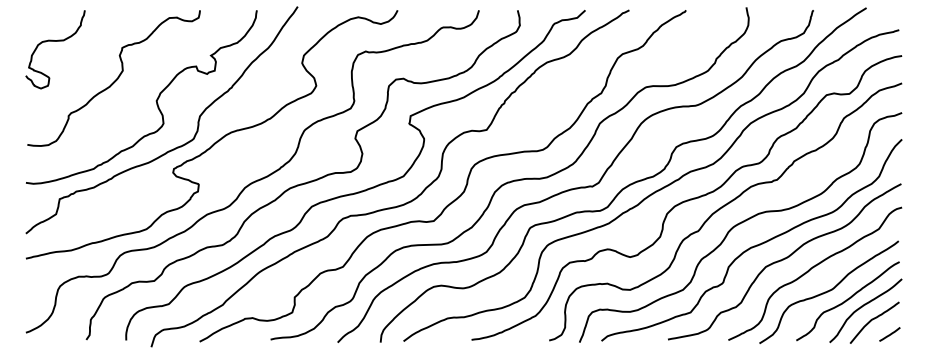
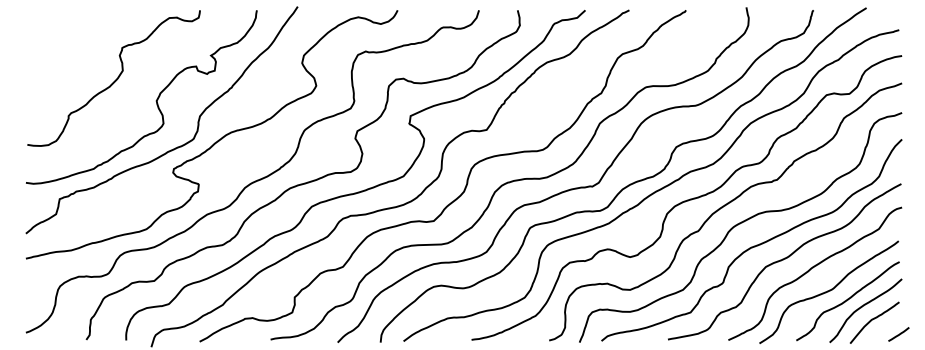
curve at (55, 41): present -> none
line at (889, 334) position: (889, 334) -> (898, 334)
